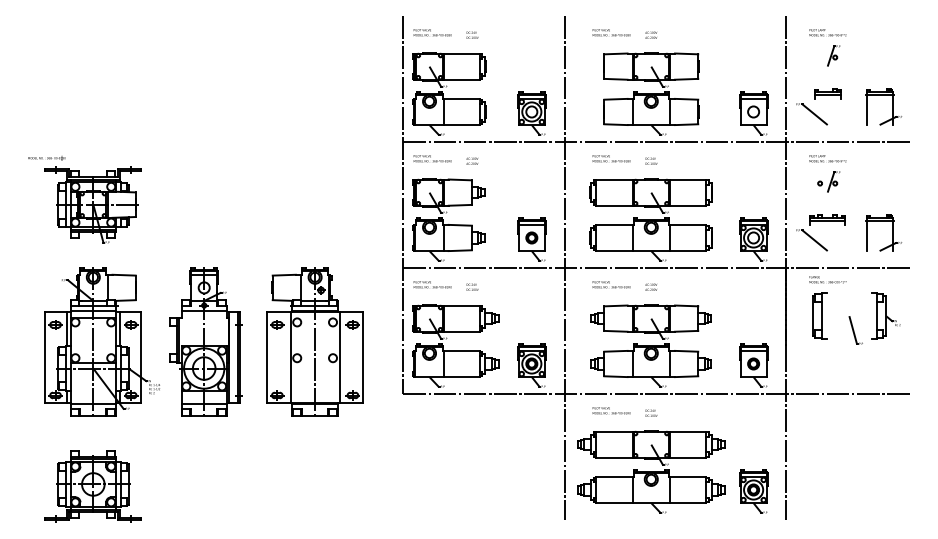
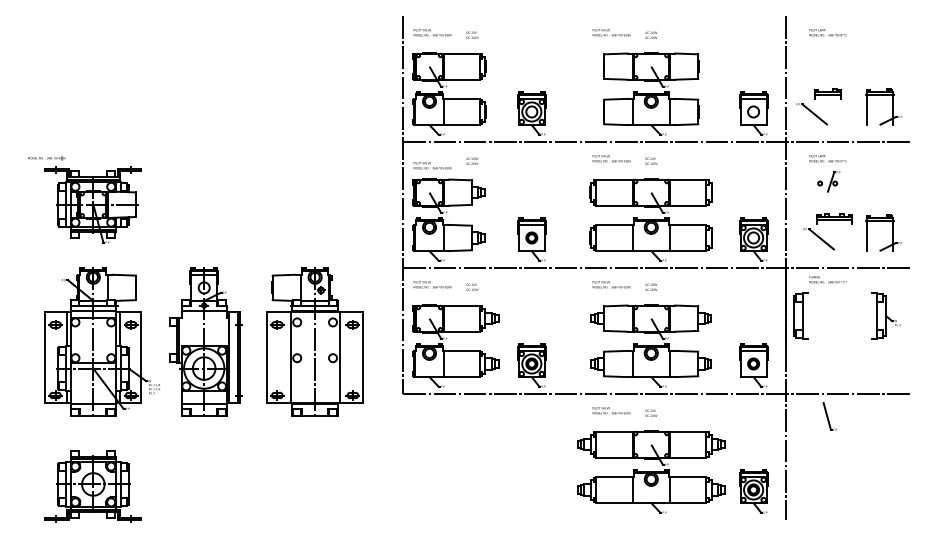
part at (833, 55): present -> none
text at (432, 158) position: (432, 158) -> (432, 165)
part at (815, 239) position: (815, 239) -> (822, 238)
line at (564, 268): present -> none
part at (819, 315) position: (819, 315) -> (800, 315)
part at (855, 330) position: (855, 330) -> (829, 416)
